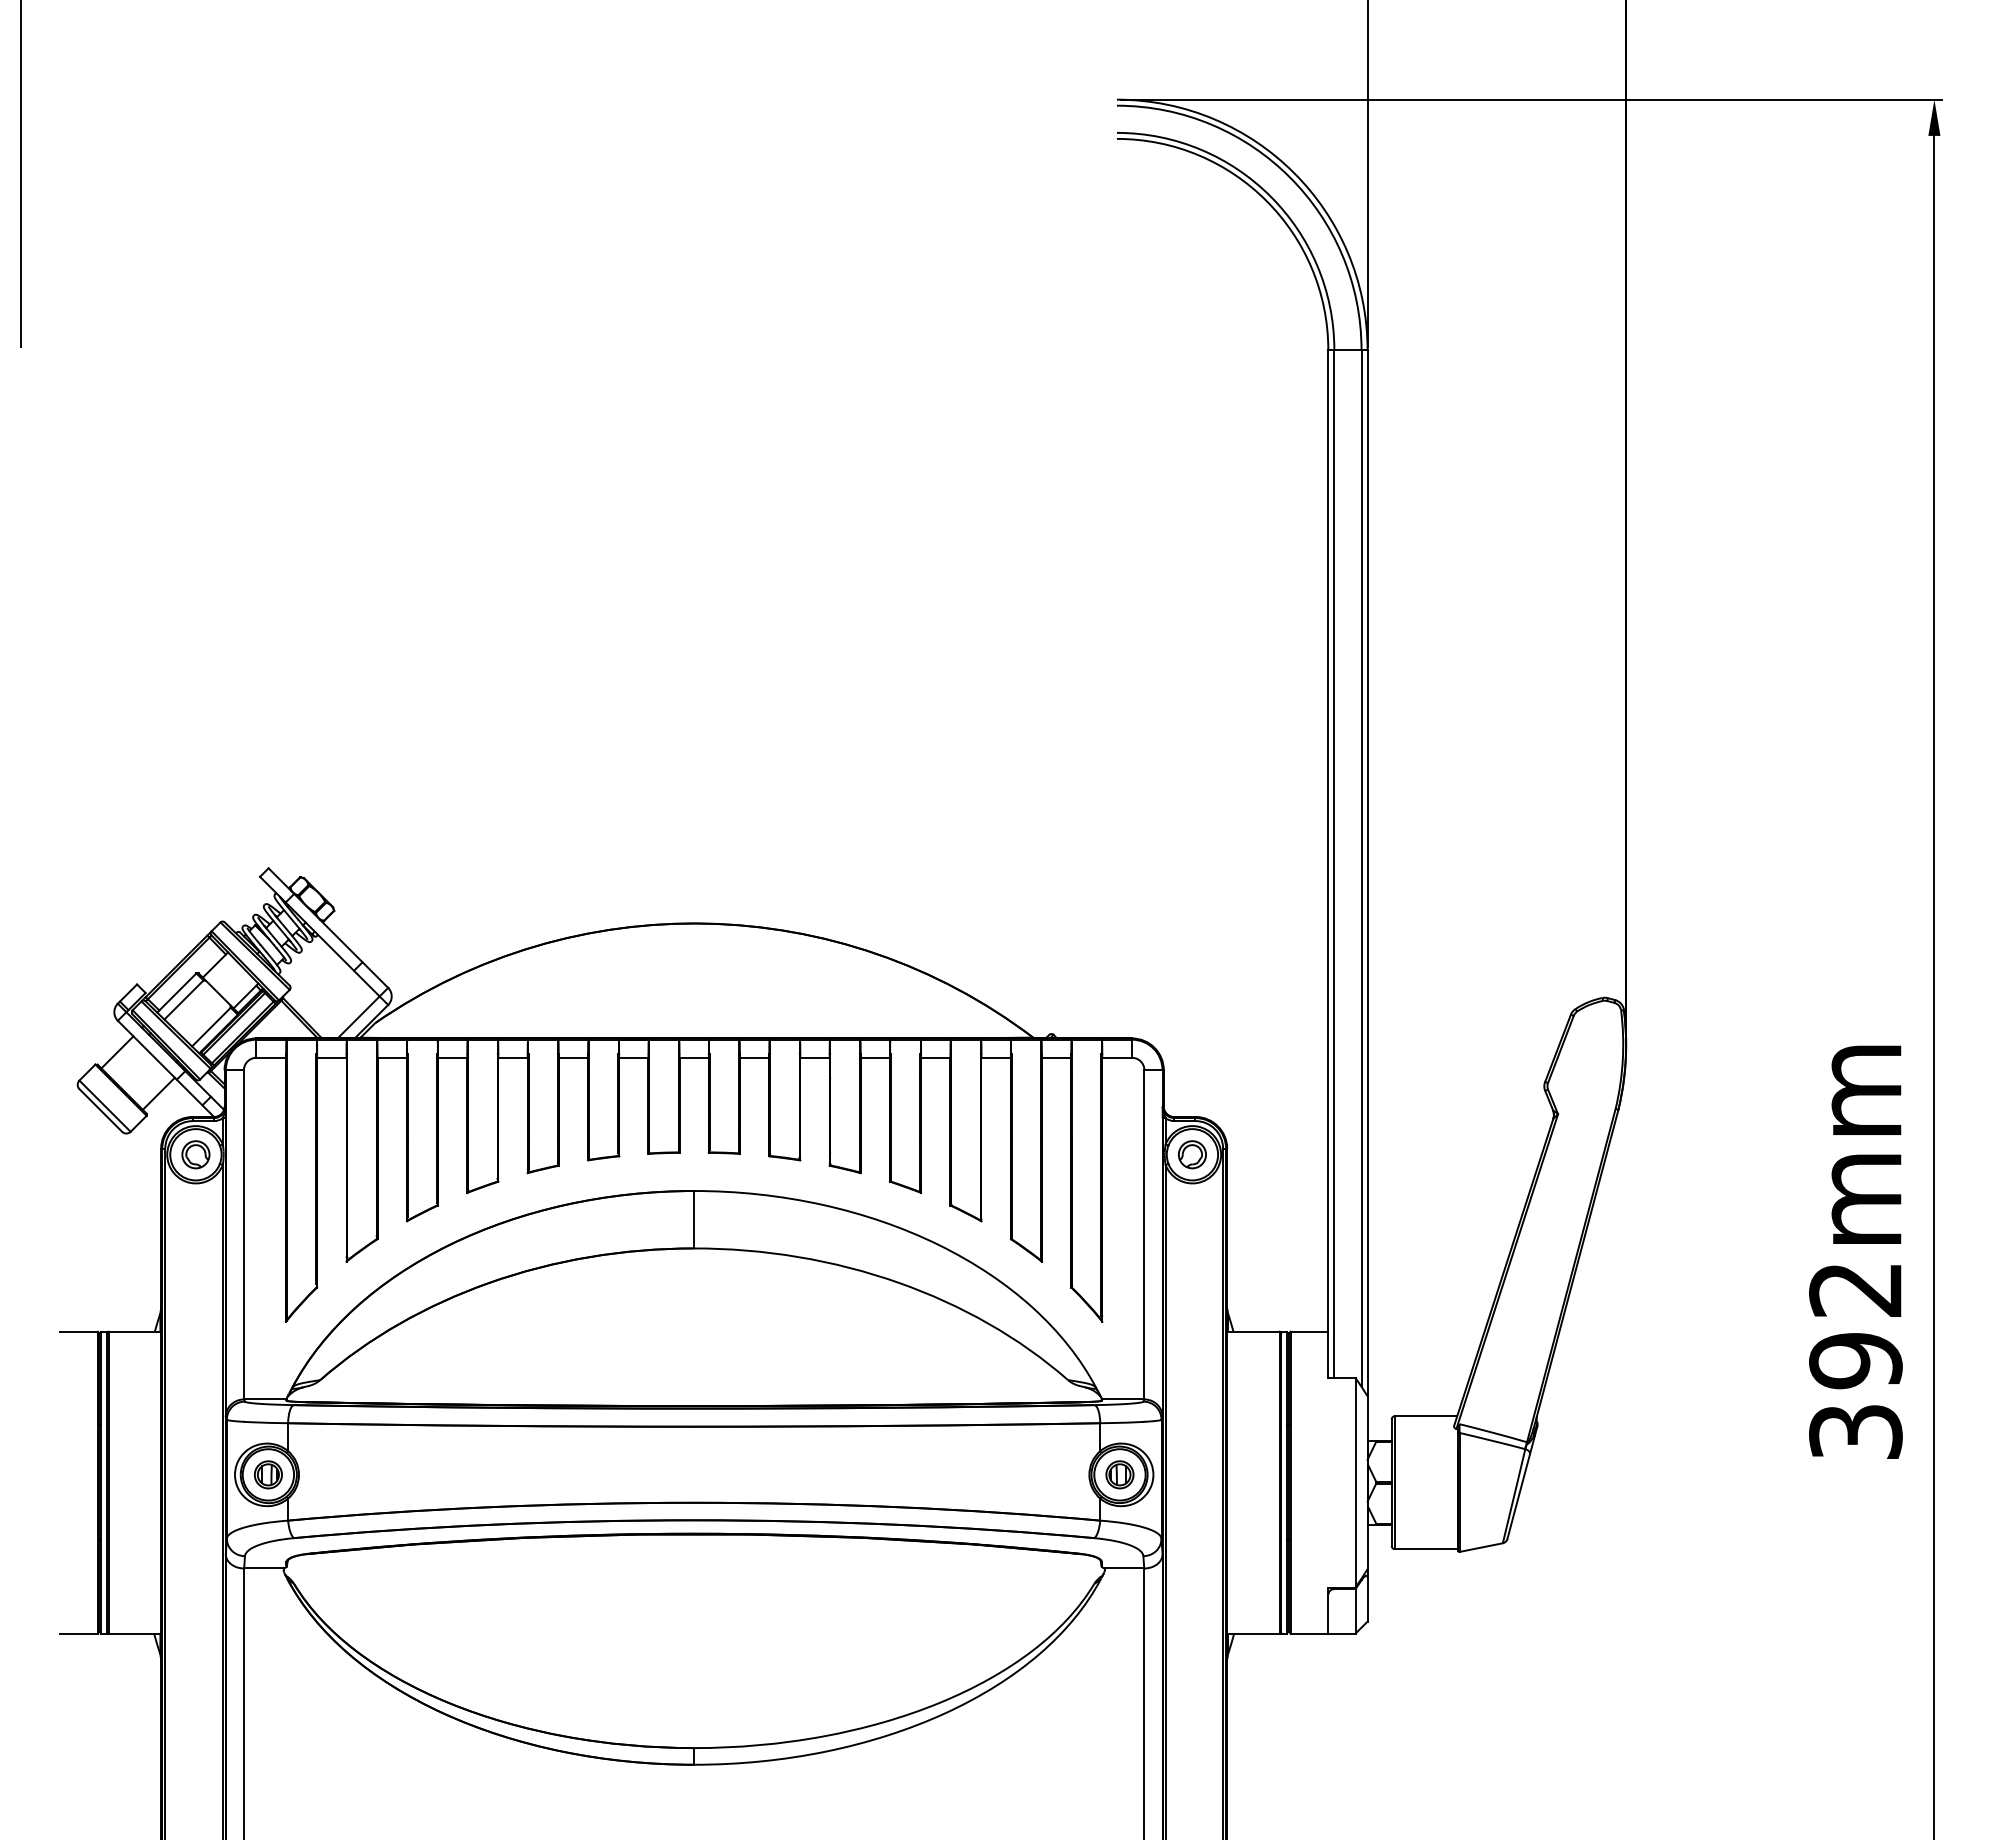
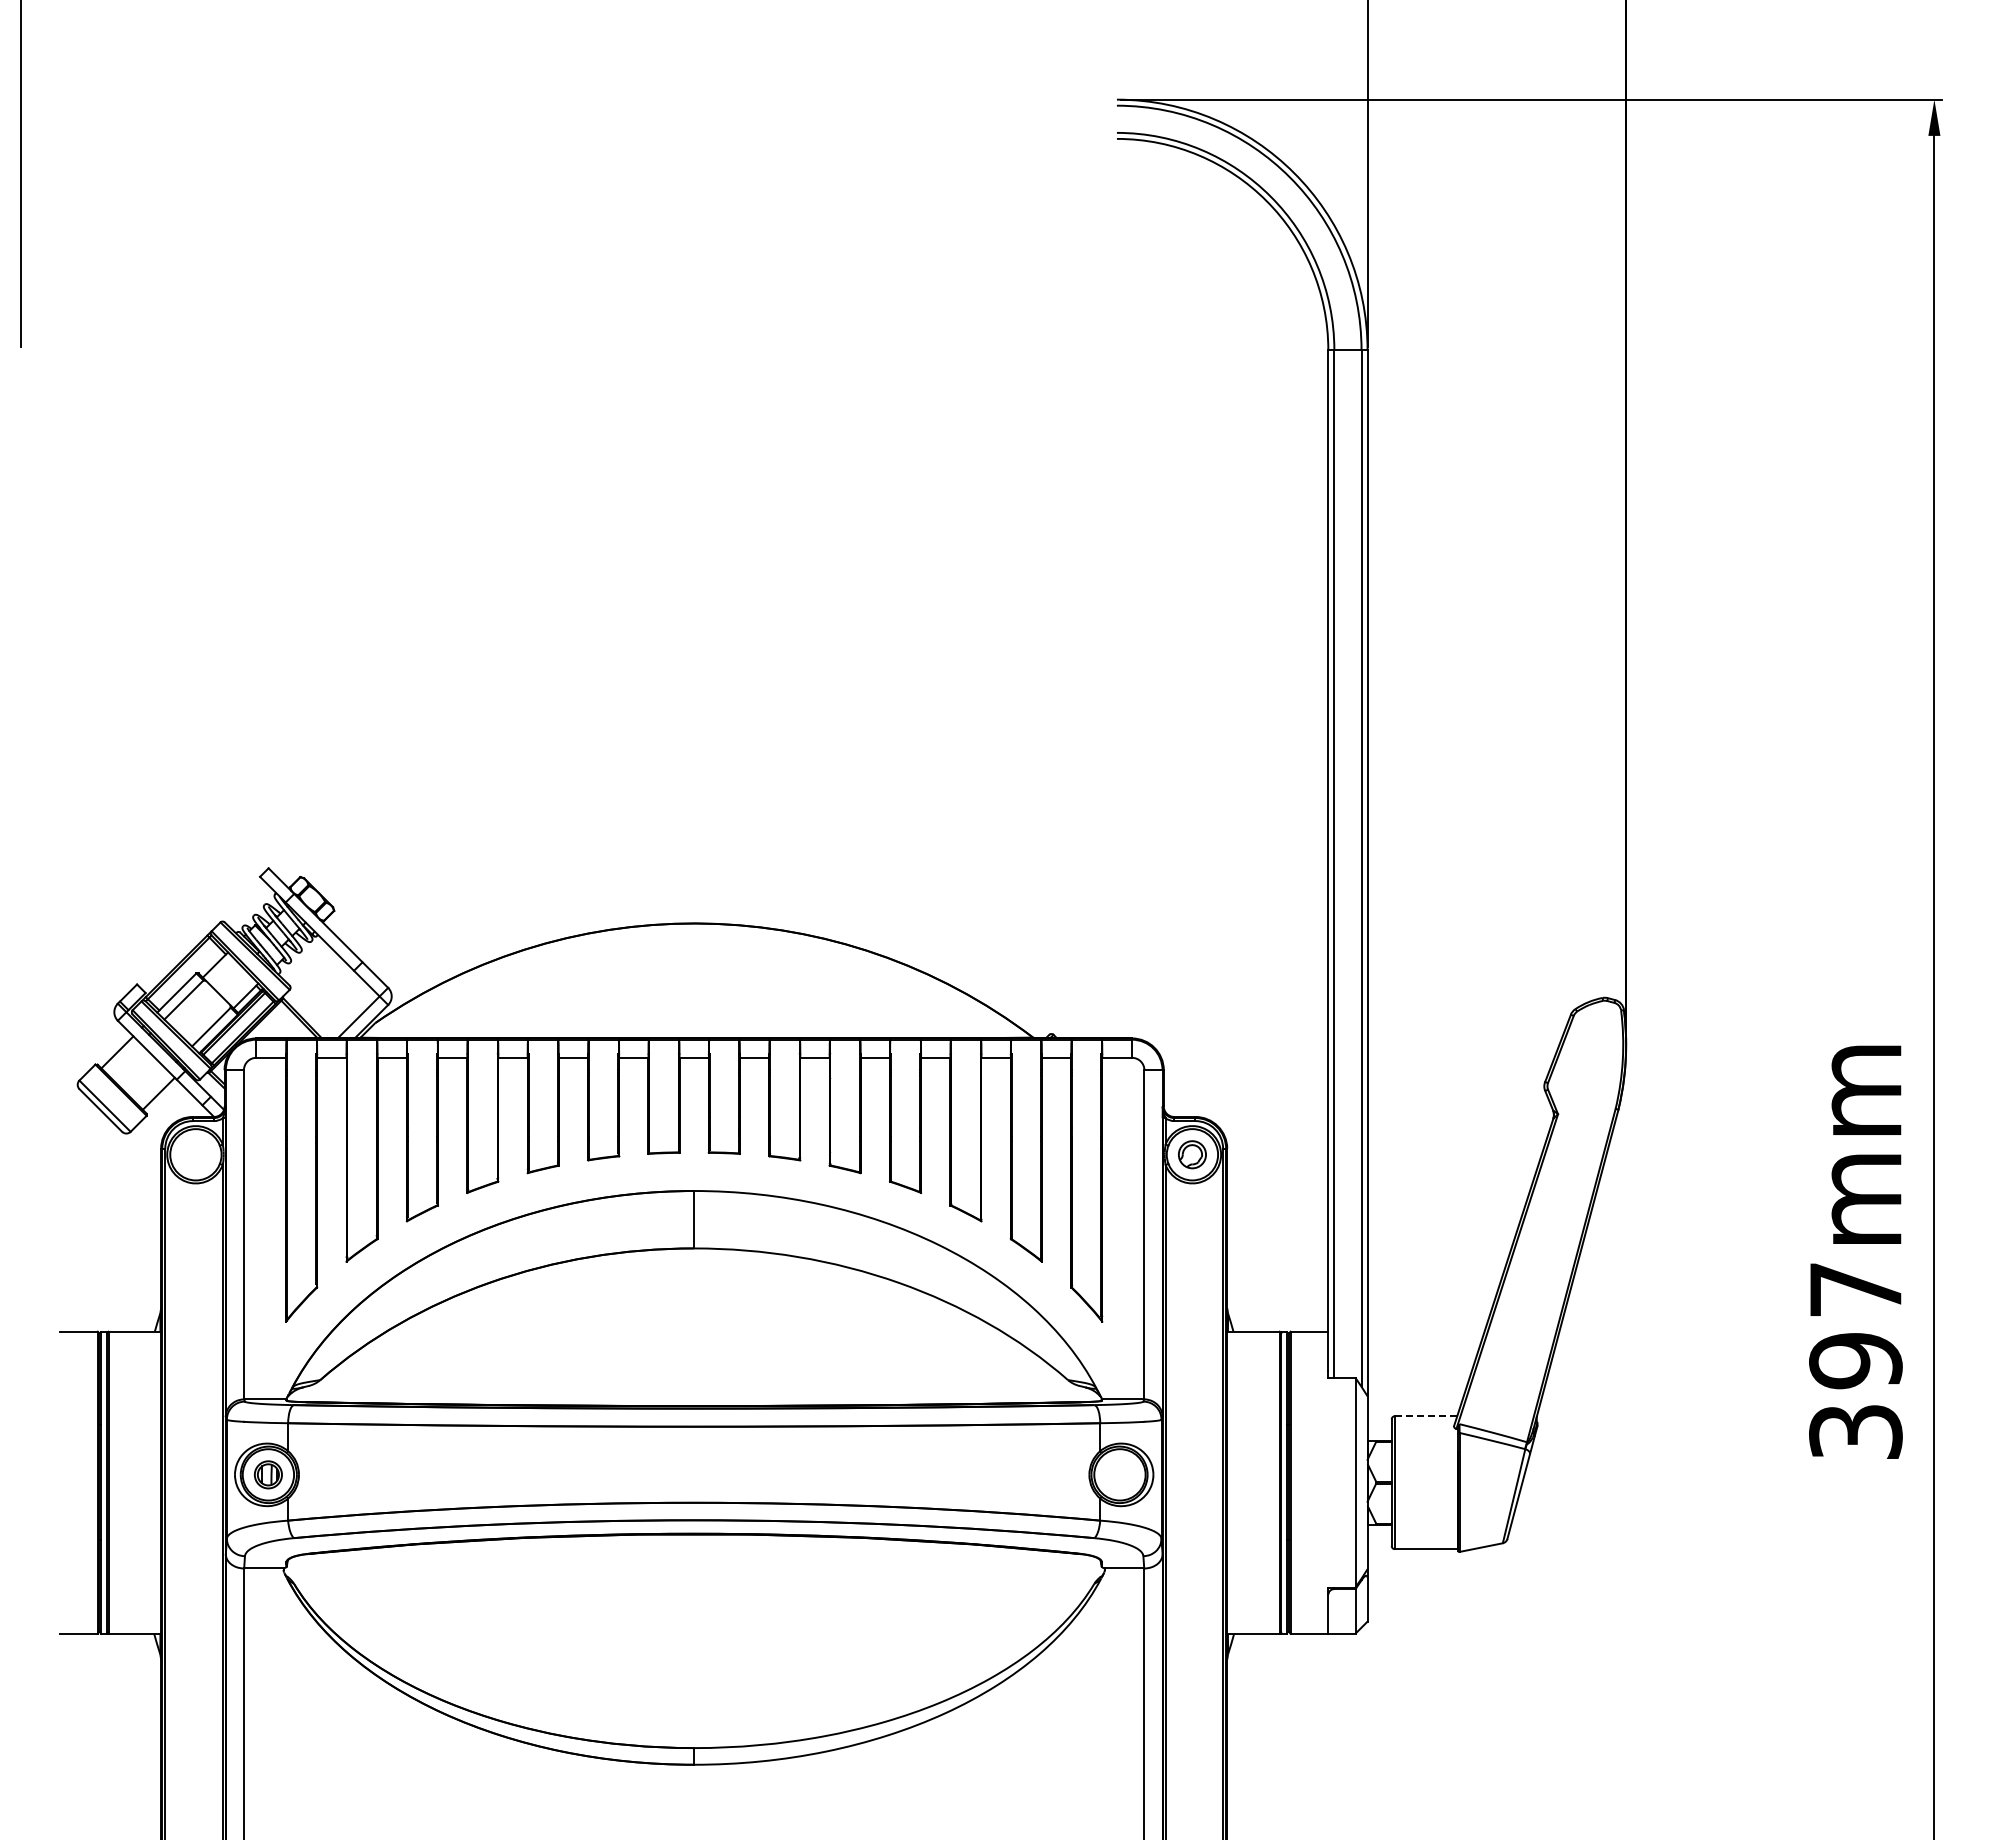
part at (195, 1154): present -> none
text at (1855, 1289): 392mm -> 397mm
line at (1425, 1416): solid -> dashed
part at (1119, 1474): present -> none
